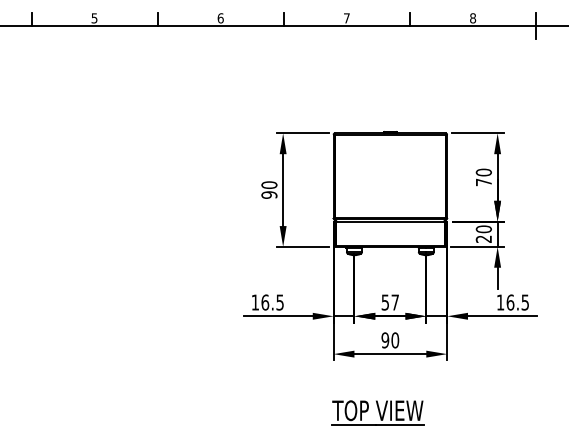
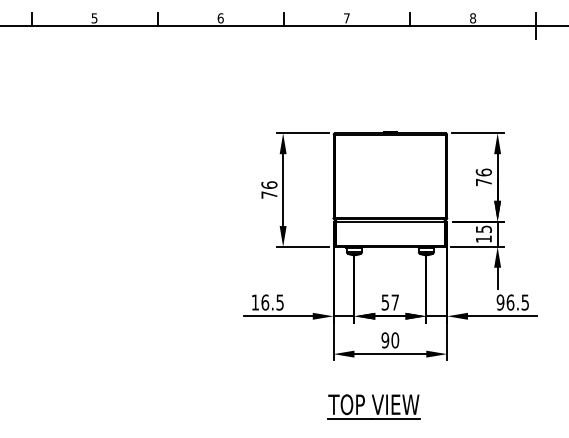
text at (483, 172): 70 -> 76
text at (269, 189): 90 -> 76
text at (483, 233): 20 -> 15
text at (500, 302): 16.5 -> 96.5
part at (377, 412) position: (377, 412) -> (373, 406)
